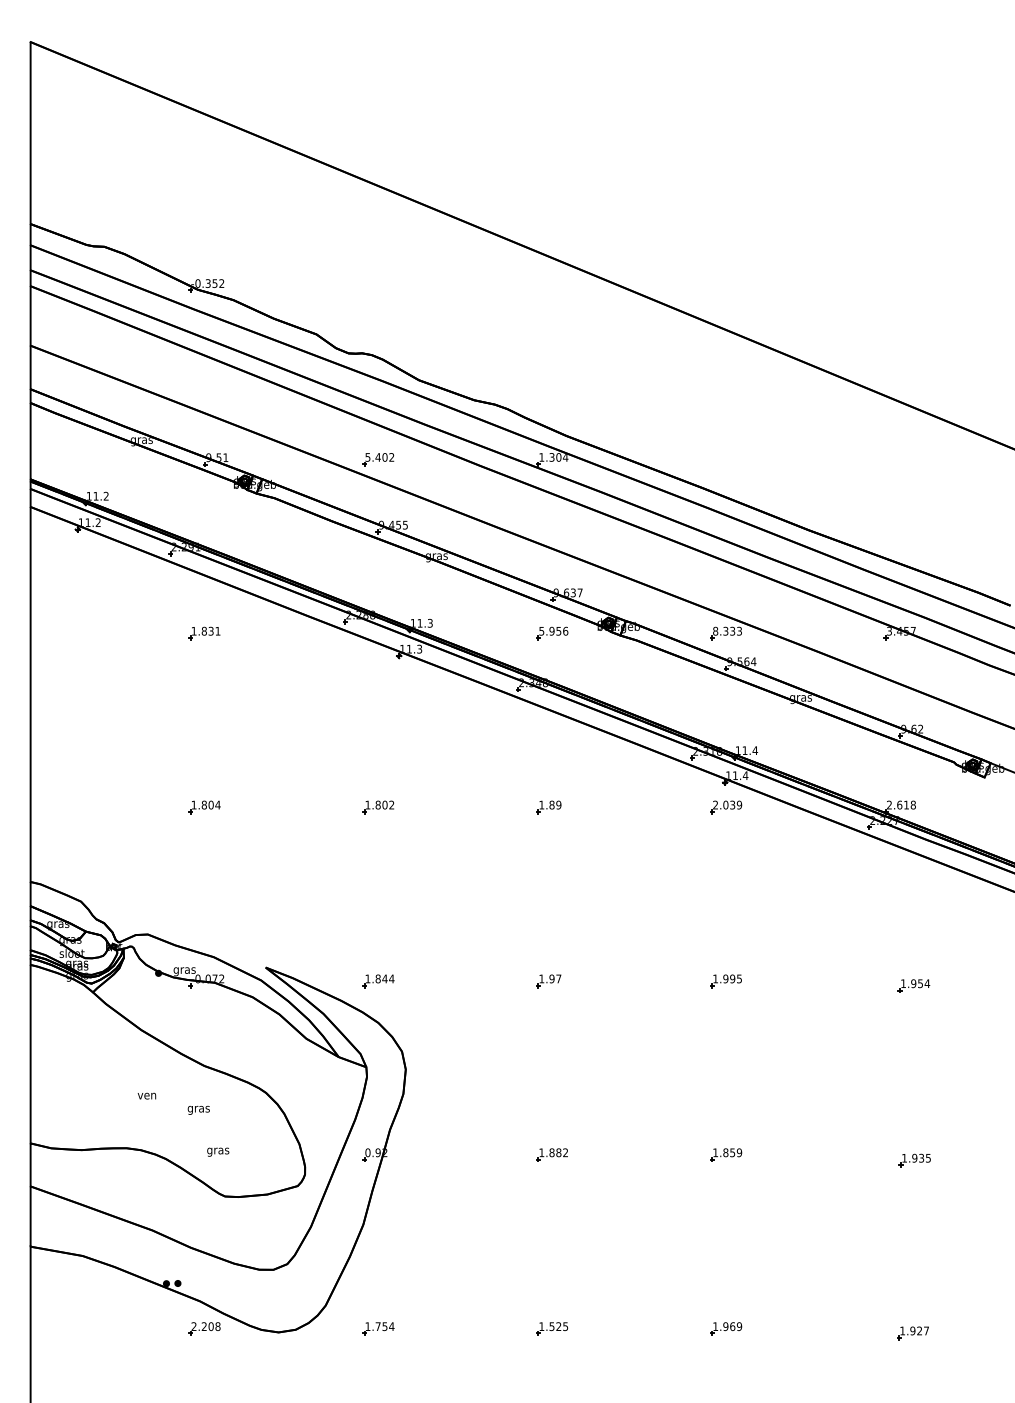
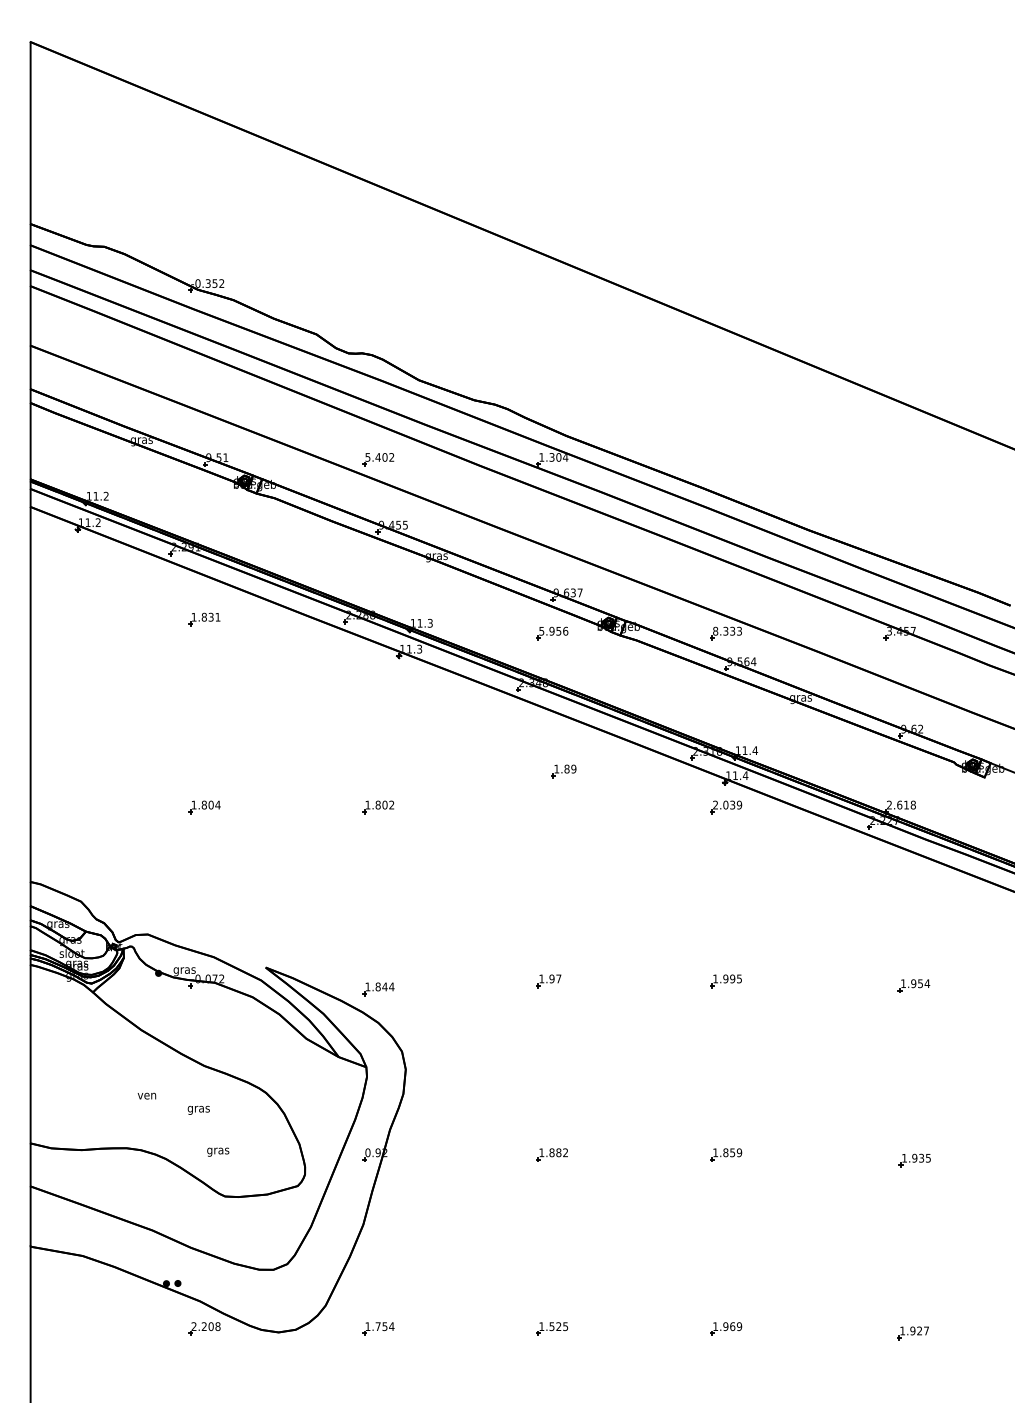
part at (204, 633) position: (204, 633) -> (204, 619)
part at (548, 807) position: (548, 807) -> (563, 771)
part at (378, 981) position: (378, 981) -> (378, 989)
